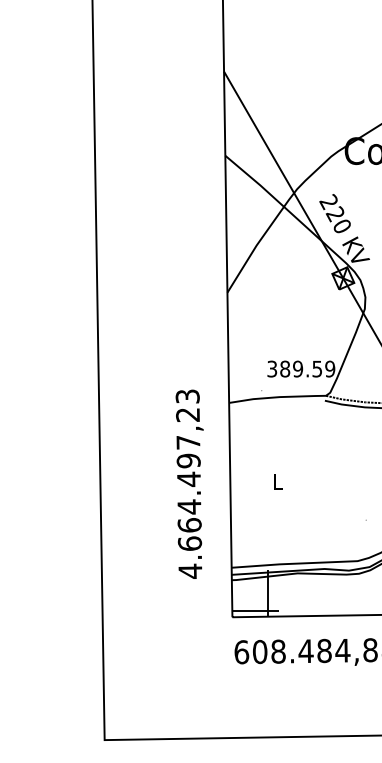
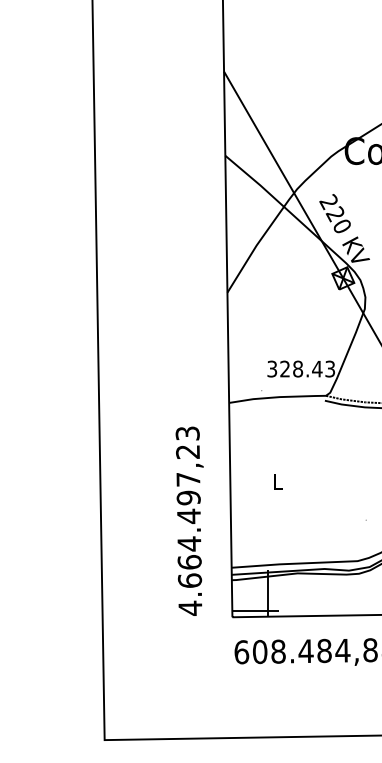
text at (307, 368): 389.59 -> 328.43
text at (189, 483) position: (189, 483) -> (189, 520)
